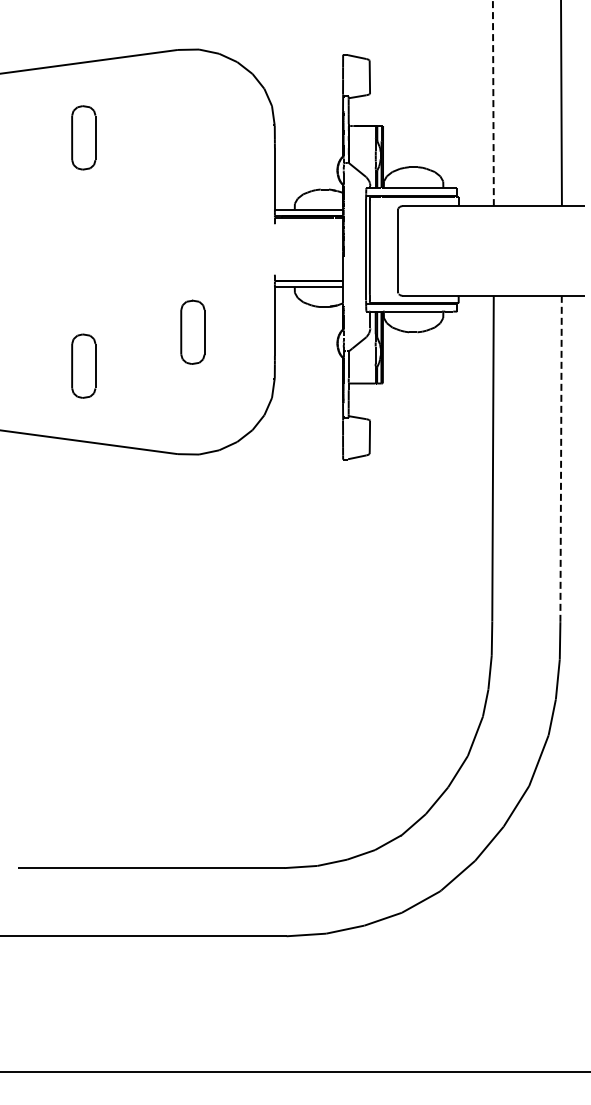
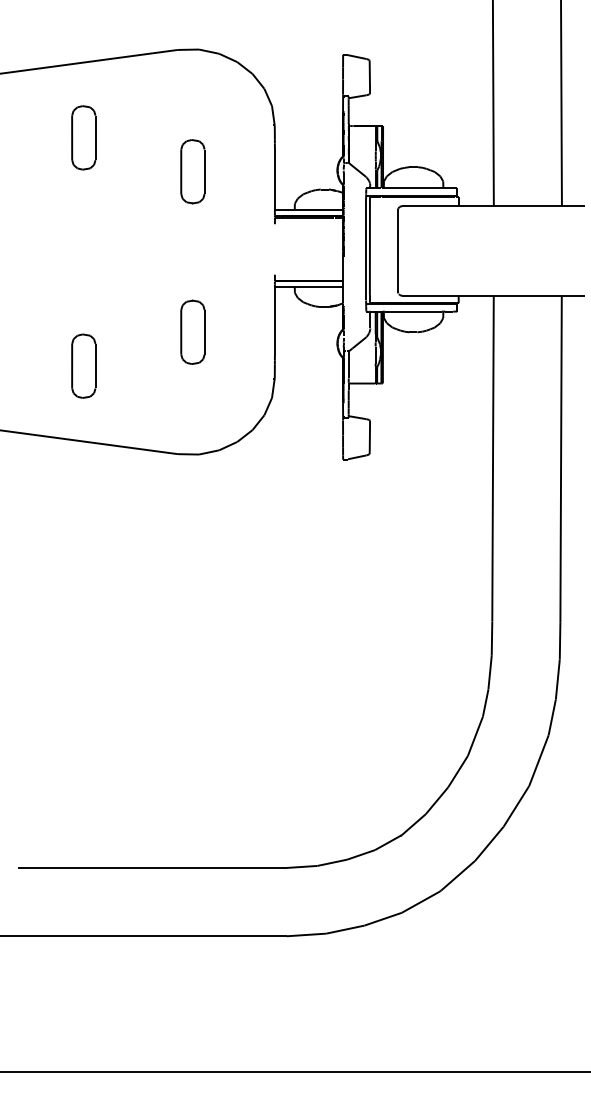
line at (493, 103): dashed -> solid
part at (192, 171): none -> present
line at (561, 459): dashed -> solid
